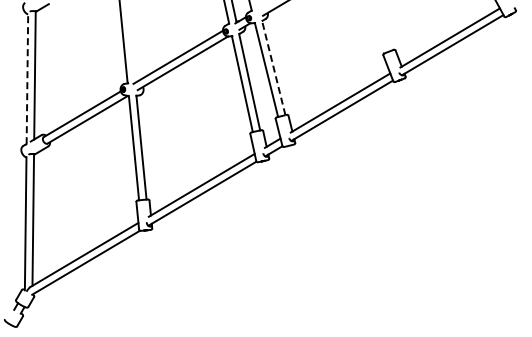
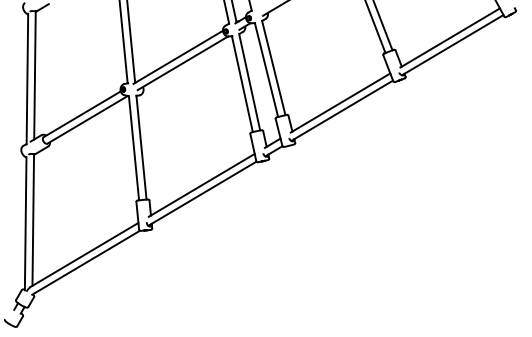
line at (383, 26): none -> present
line at (375, 27): none -> present
line at (131, 42): none -> present
line at (273, 67): dashed -> solid
line at (27, 78): dashed -> solid
